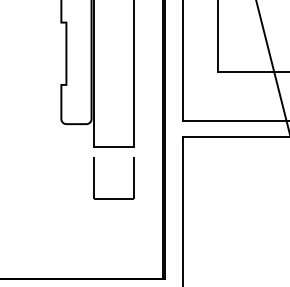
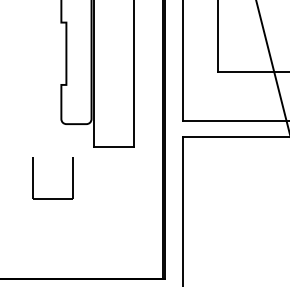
part at (94, 178) position: (94, 178) -> (33, 178)
